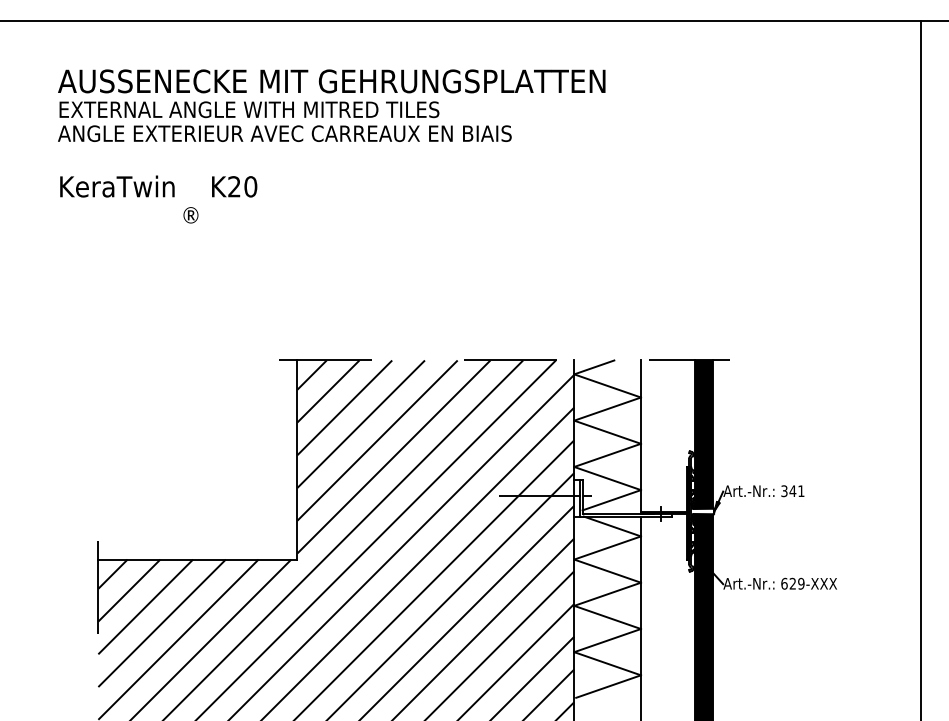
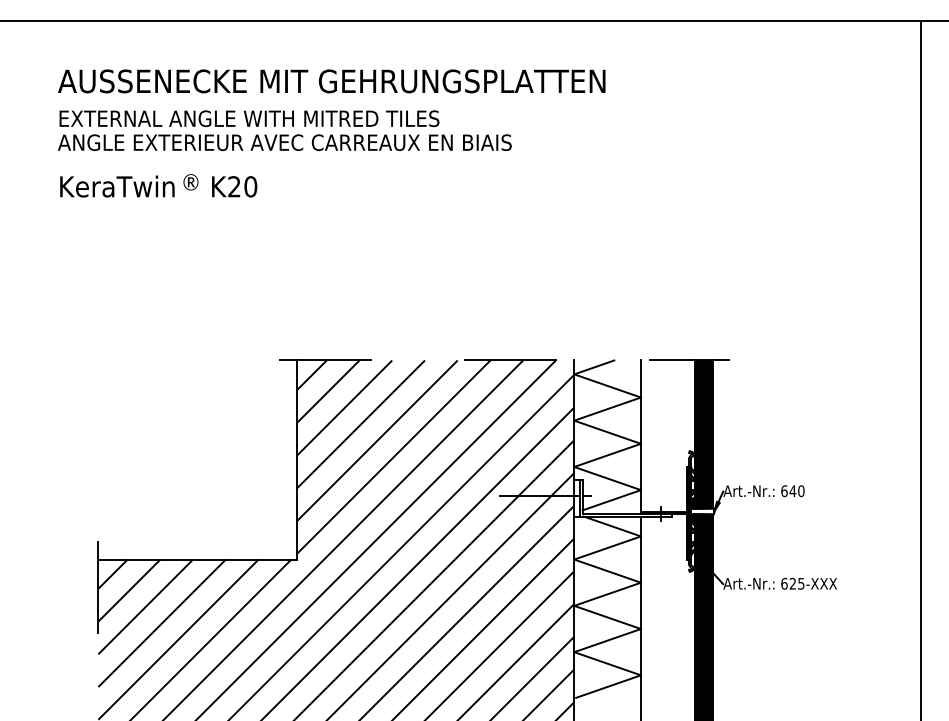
text at (284, 121) position: (284, 121) -> (284, 130)
text at (190, 215) position: (190, 215) -> (190, 182)
text at (792, 491): 341 -> 640
text at (801, 583): 629-XXX -> 625-XXX
